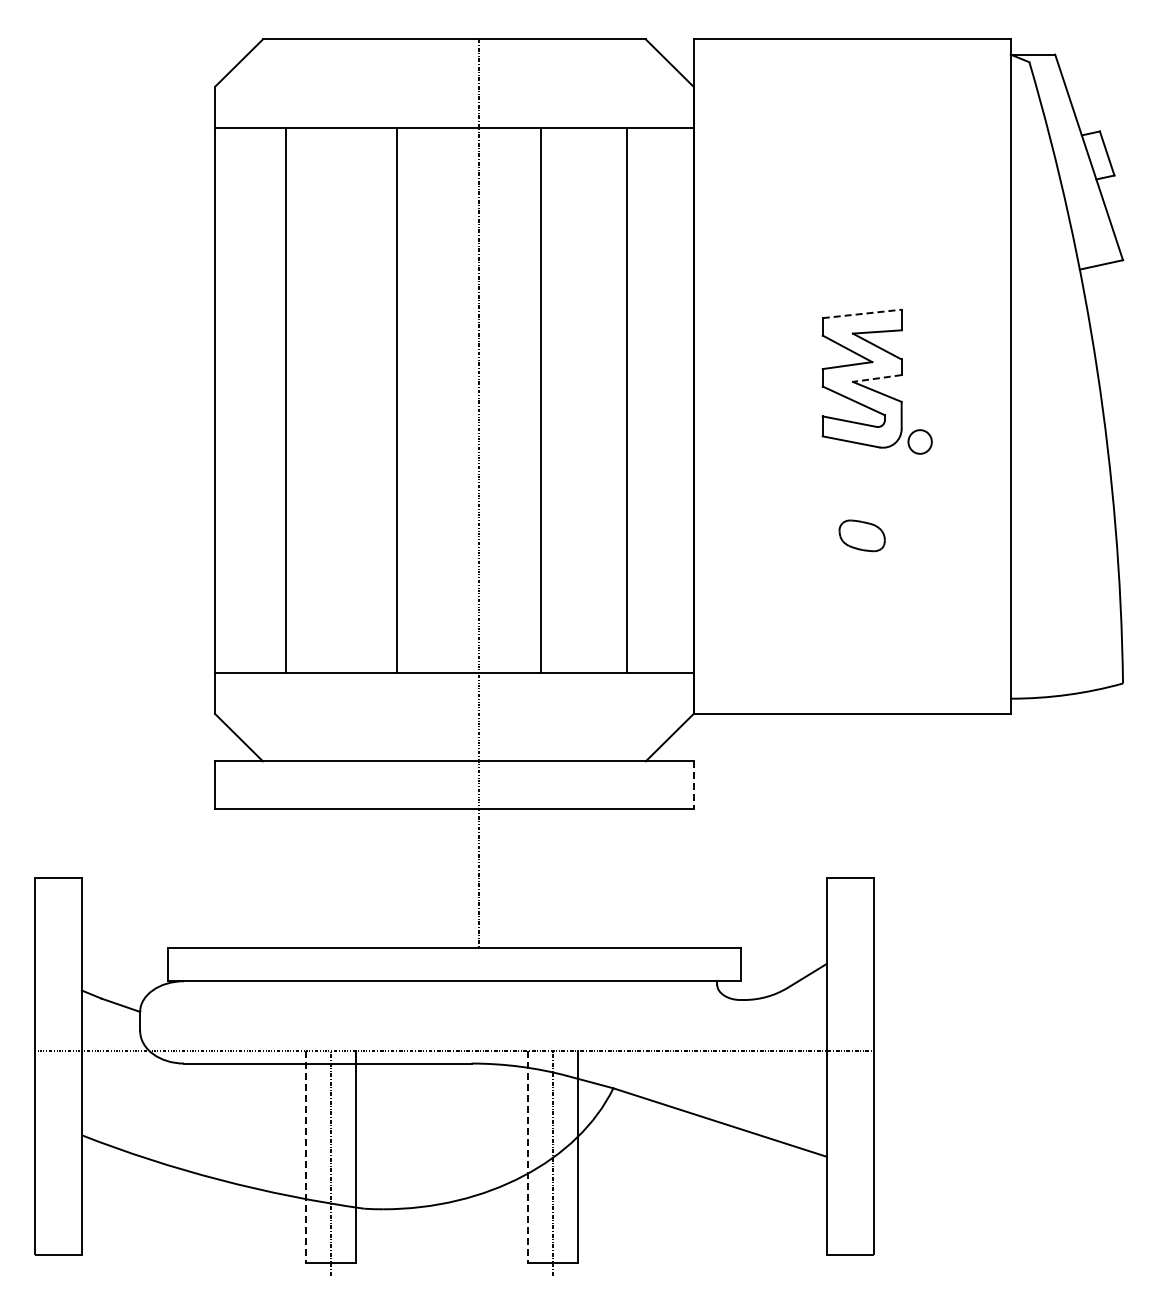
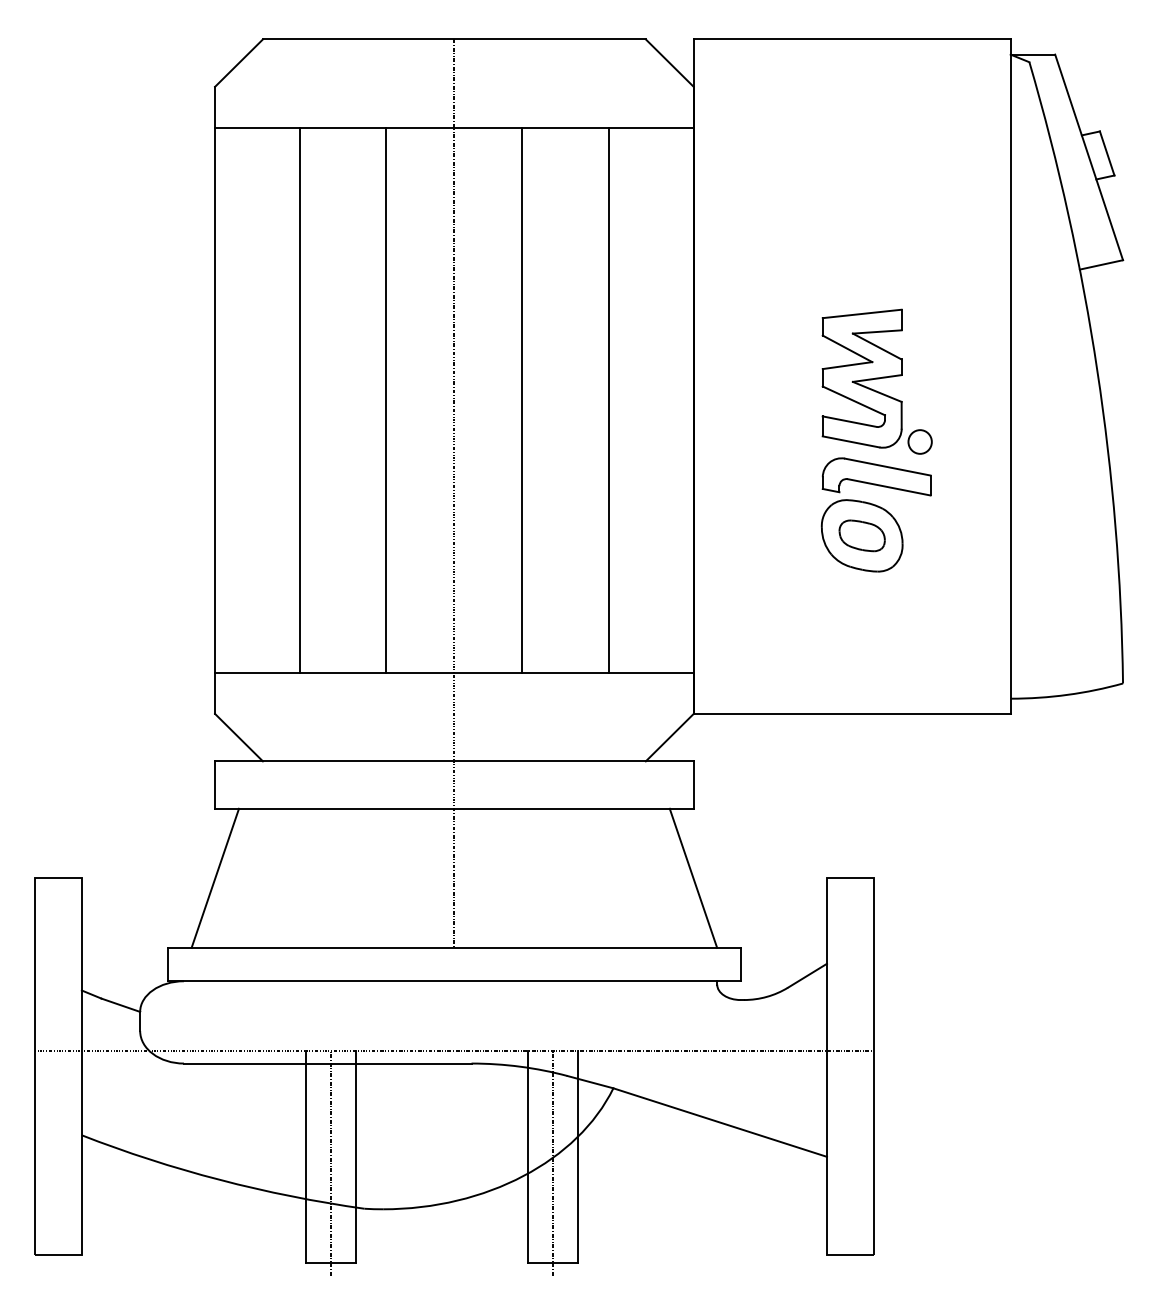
line at (862, 313): dashed -> solid
line at (877, 378): dashed -> solid
line at (285, 399) position: (285, 399) -> (299, 399)
line at (397, 399) position: (397, 399) -> (386, 399)
line at (541, 399) position: (541, 399) -> (522, 399)
line at (626, 399) position: (626, 399) -> (608, 399)
line at (479, 493) position: (479, 493) -> (454, 493)
part at (875, 514): none -> present
line at (693, 785): dashed -> solid
line at (215, 877): none -> present
line at (693, 877): none -> present
line at (306, 1157): dashed -> solid
line at (528, 1157): dashed -> solid
